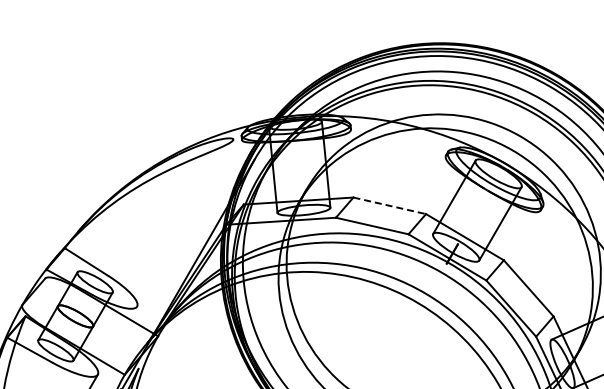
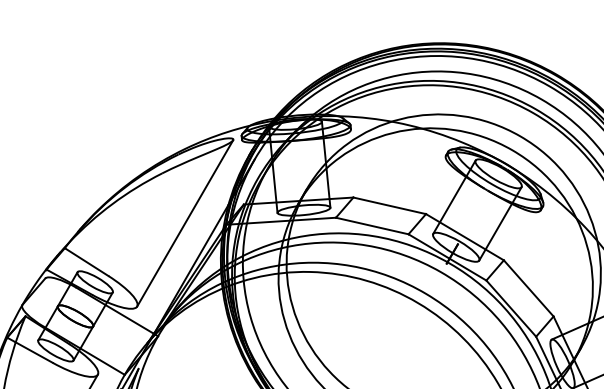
line at (390, 205): dashed -> solid
line at (185, 223): none -> present
